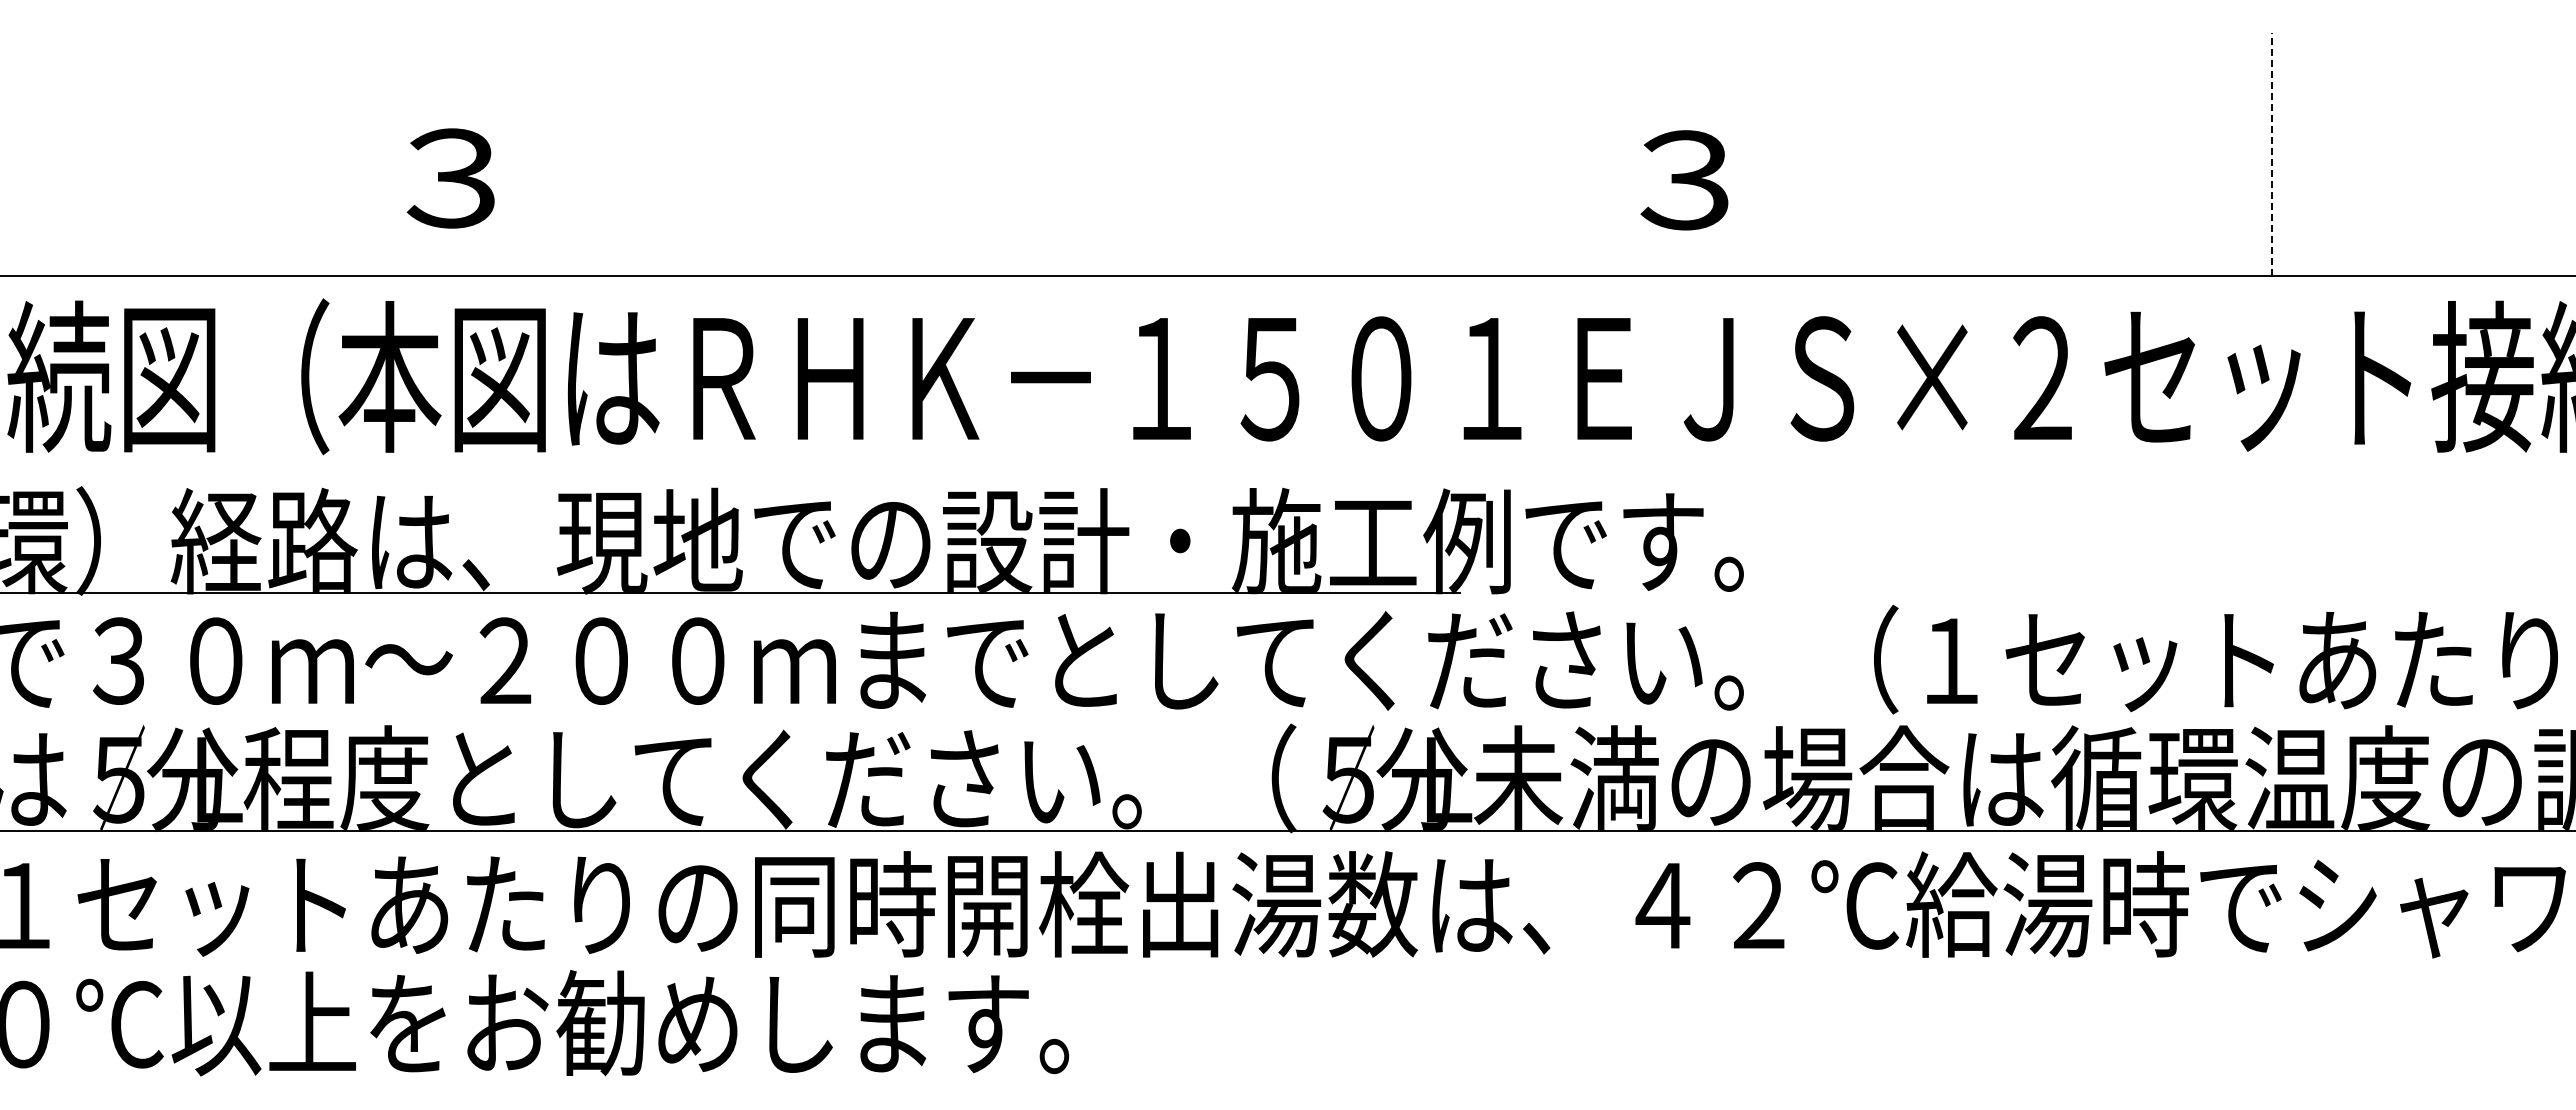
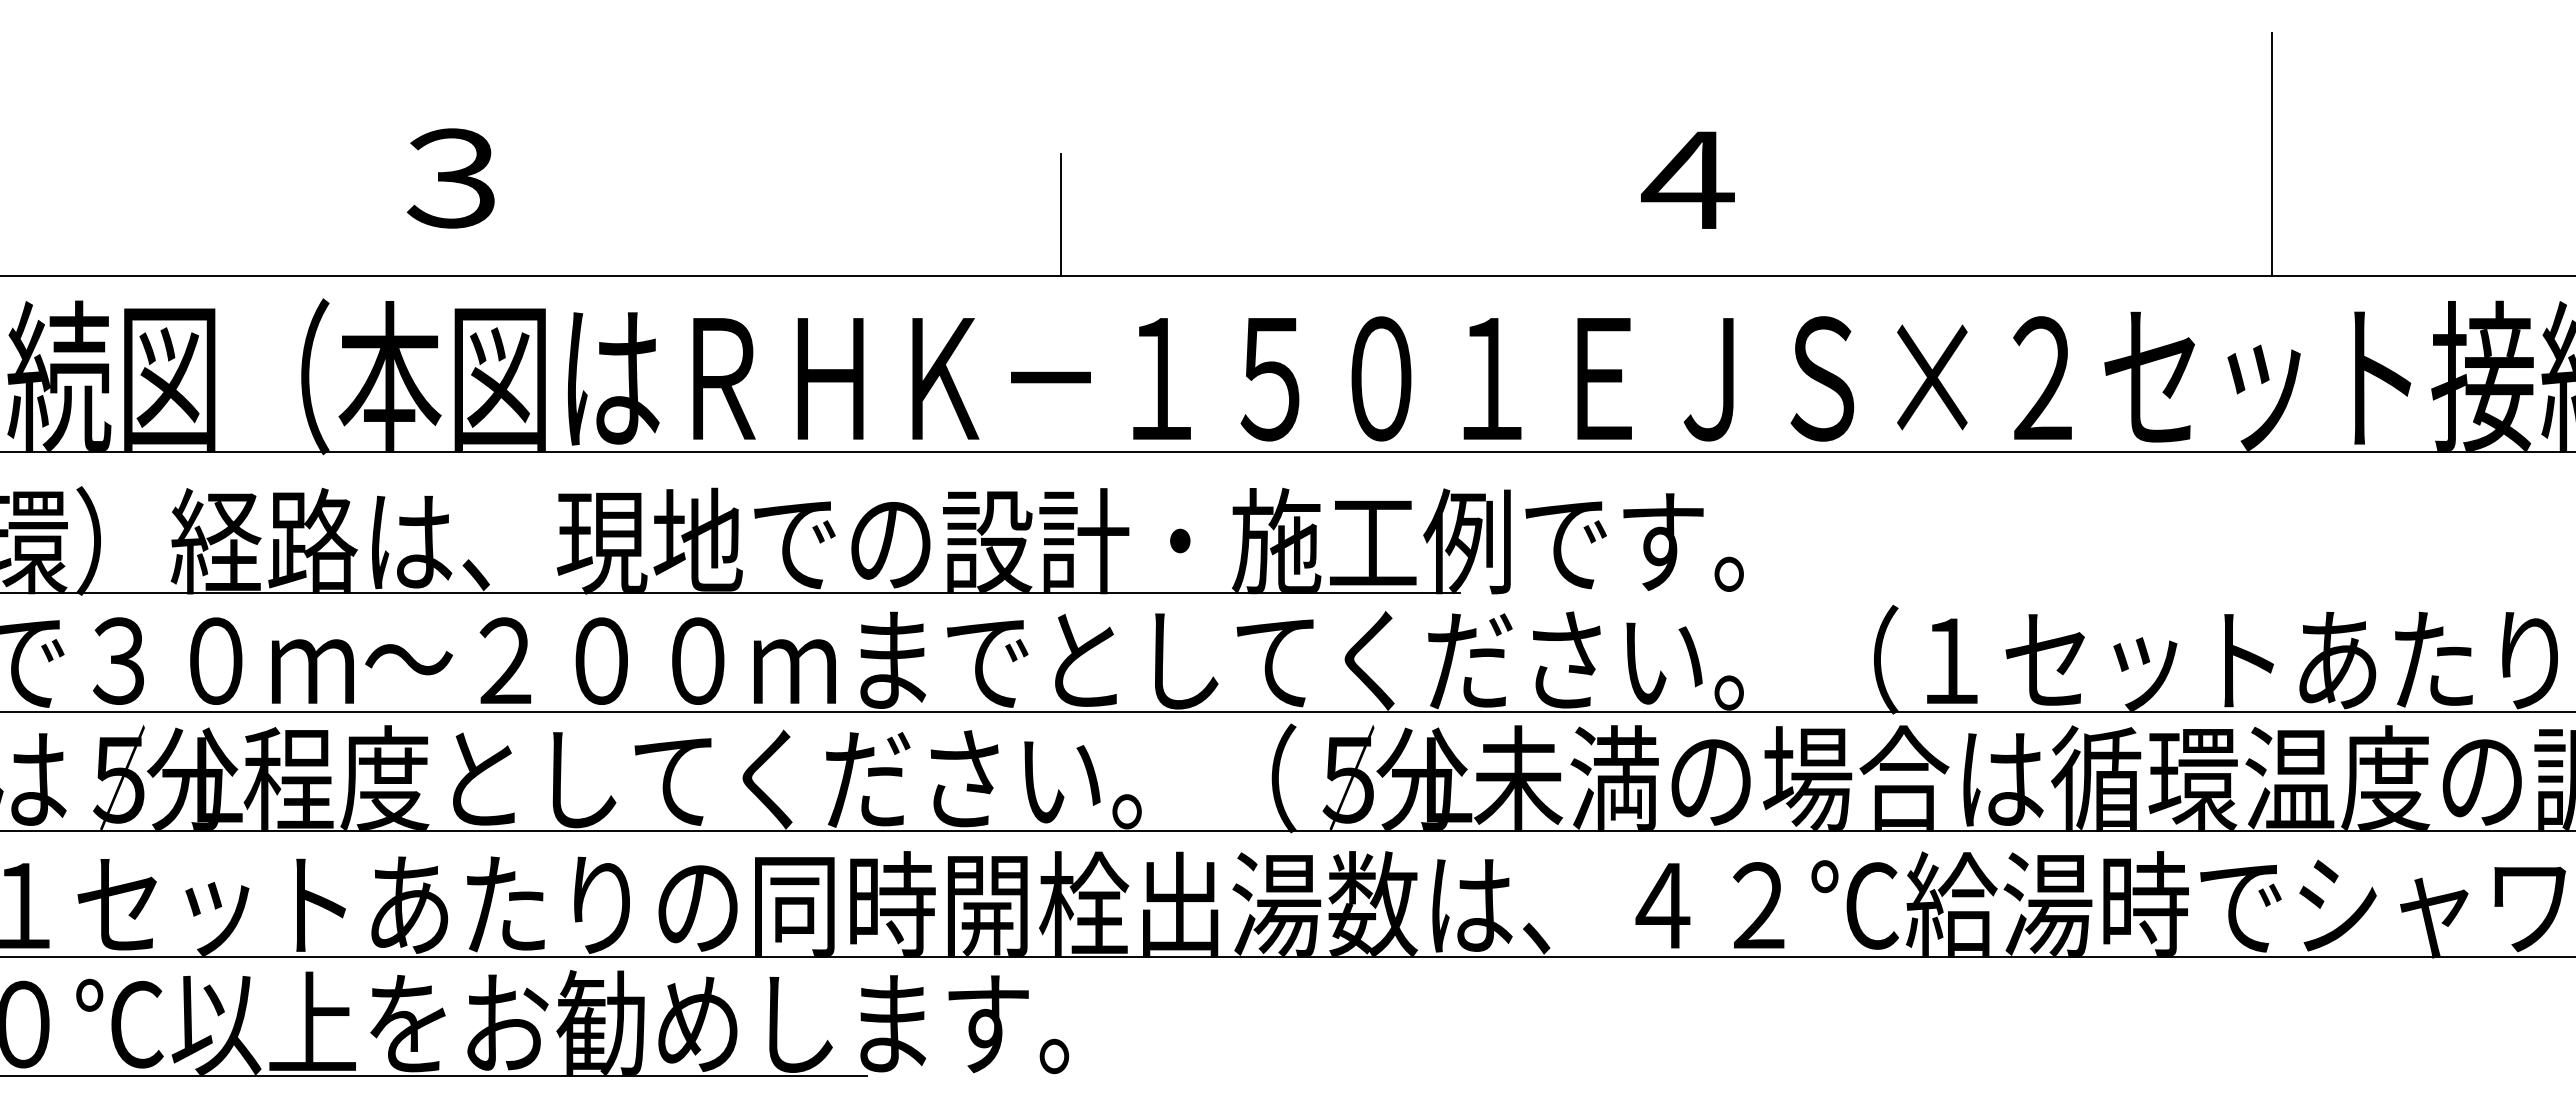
line at (2272, 153): dashed -> solid
text at (1687, 180): ３ -> ４
line at (1061, 214): none -> present
line at (1287, 451): none -> present
line at (1287, 712): none -> present
line at (1287, 956): none -> present
line at (434, 1075): none -> present
